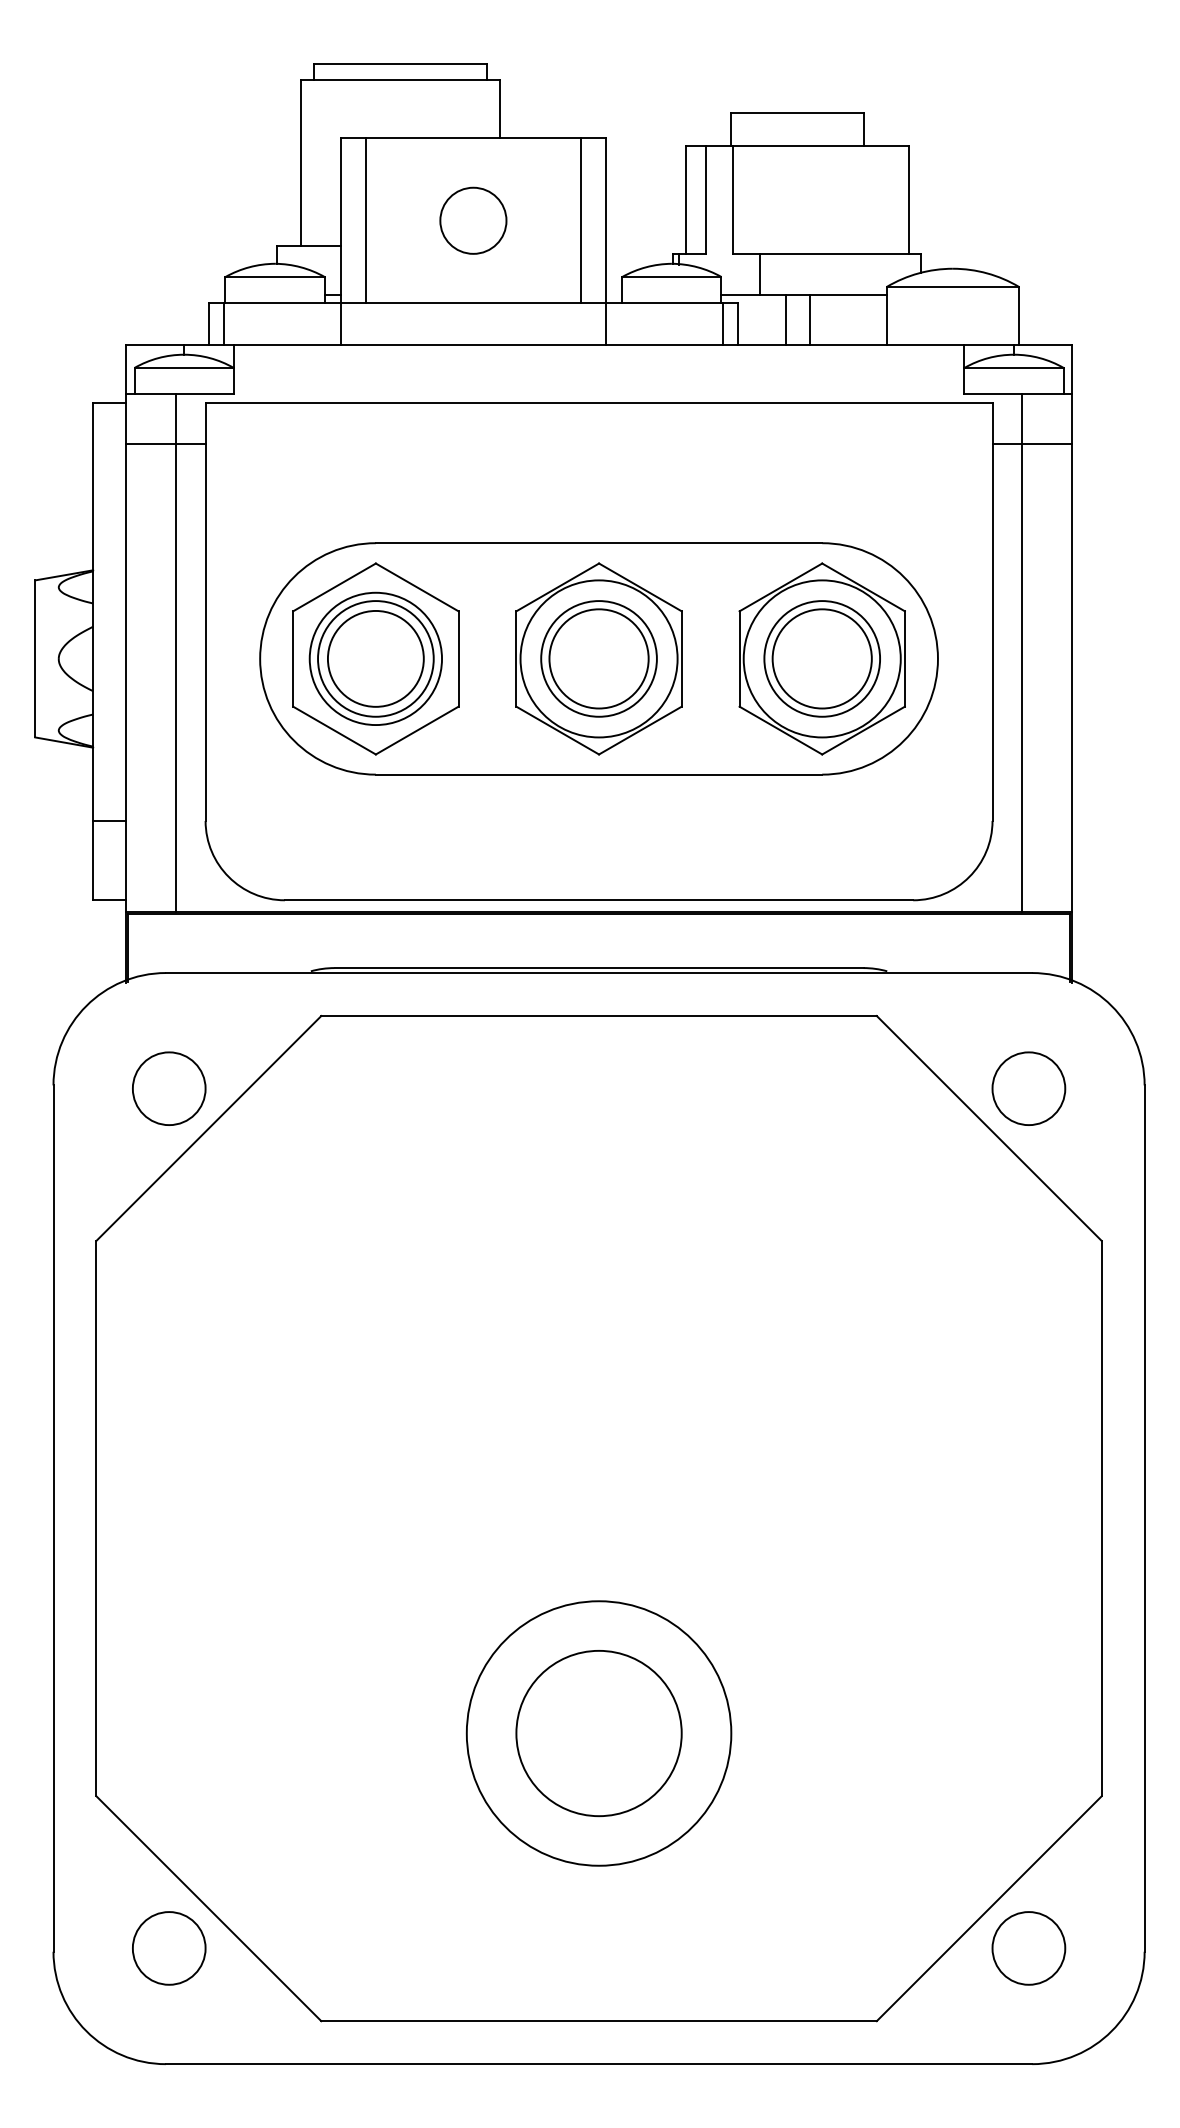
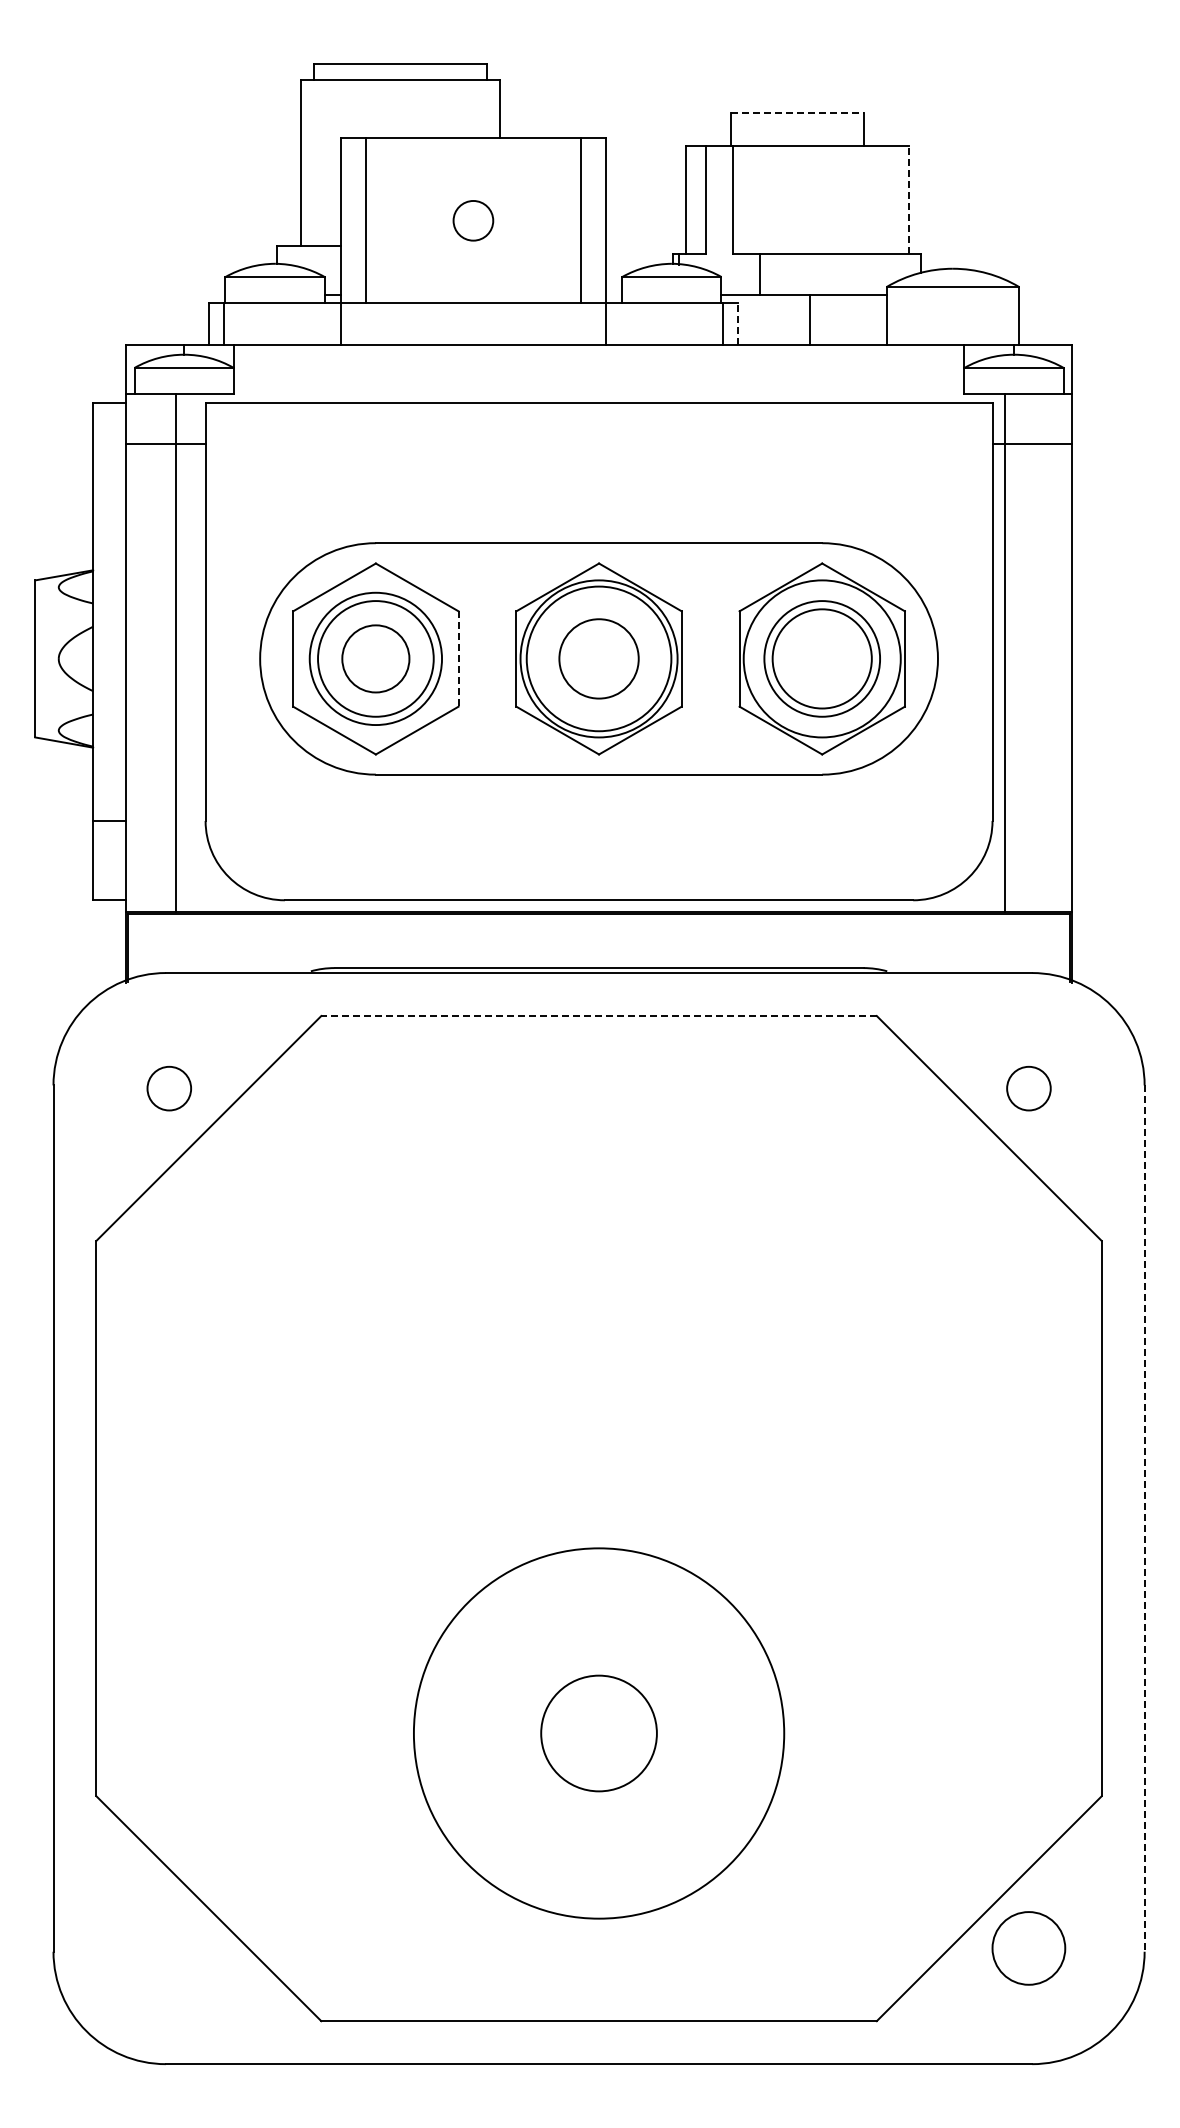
line at (797, 113): solid -> dashed
line at (909, 200): solid -> dashed
circle at (473, 220) diameter: 66 px -> 40 px
line at (785, 319): present -> none
line at (737, 324): solid -> dashed
line at (1022, 652) position: (1022, 652) -> (1005, 652)
circle at (375, 658) diameter: 96 px -> 67 px
circle at (598, 658) diameter: 116 px -> 145 px
circle at (598, 658) diameter: 99 px -> 79 px
line at (458, 659): solid -> dashed
line at (599, 1016): solid -> dashed
circle at (169, 1088) size: 75x75 px -> 46x47 px
circle at (1028, 1088) size: 76x75 px -> 46x46 px
line at (1144, 1519): solid -> dashed
circle at (598, 1733) diameter: 165 px -> 116 px
circle at (598, 1733) diameter: 265 px -> 370 px
circle at (169, 1948): present -> none
